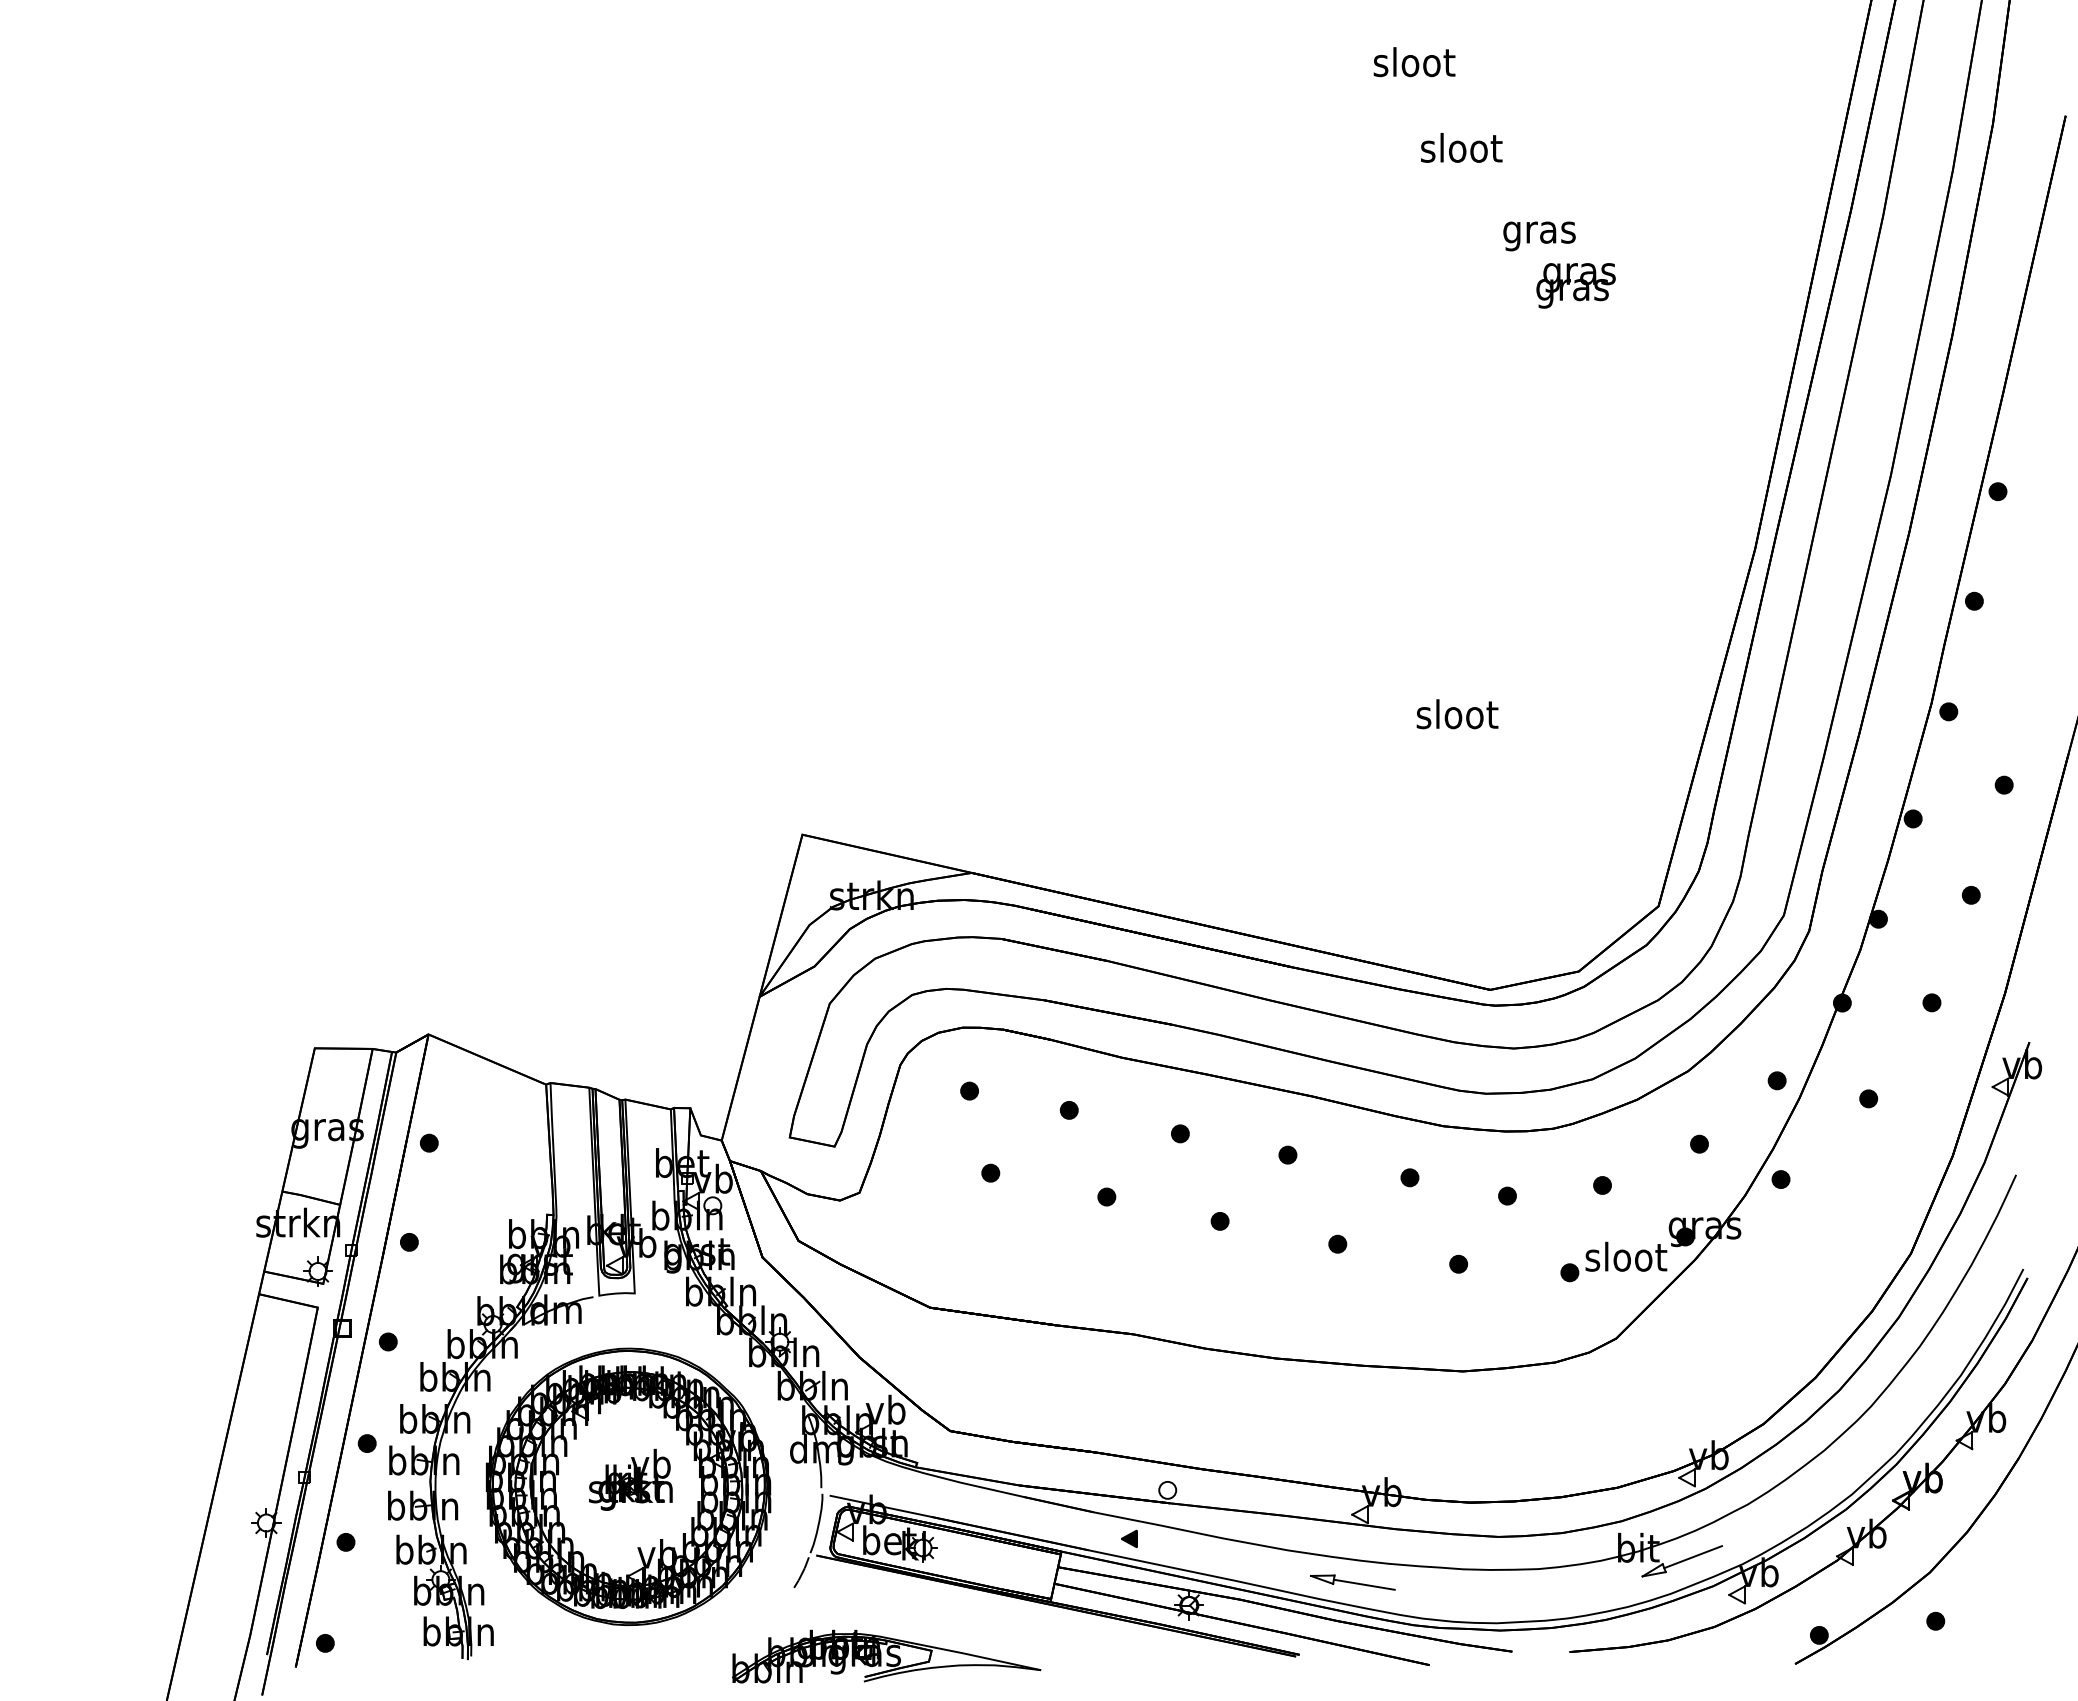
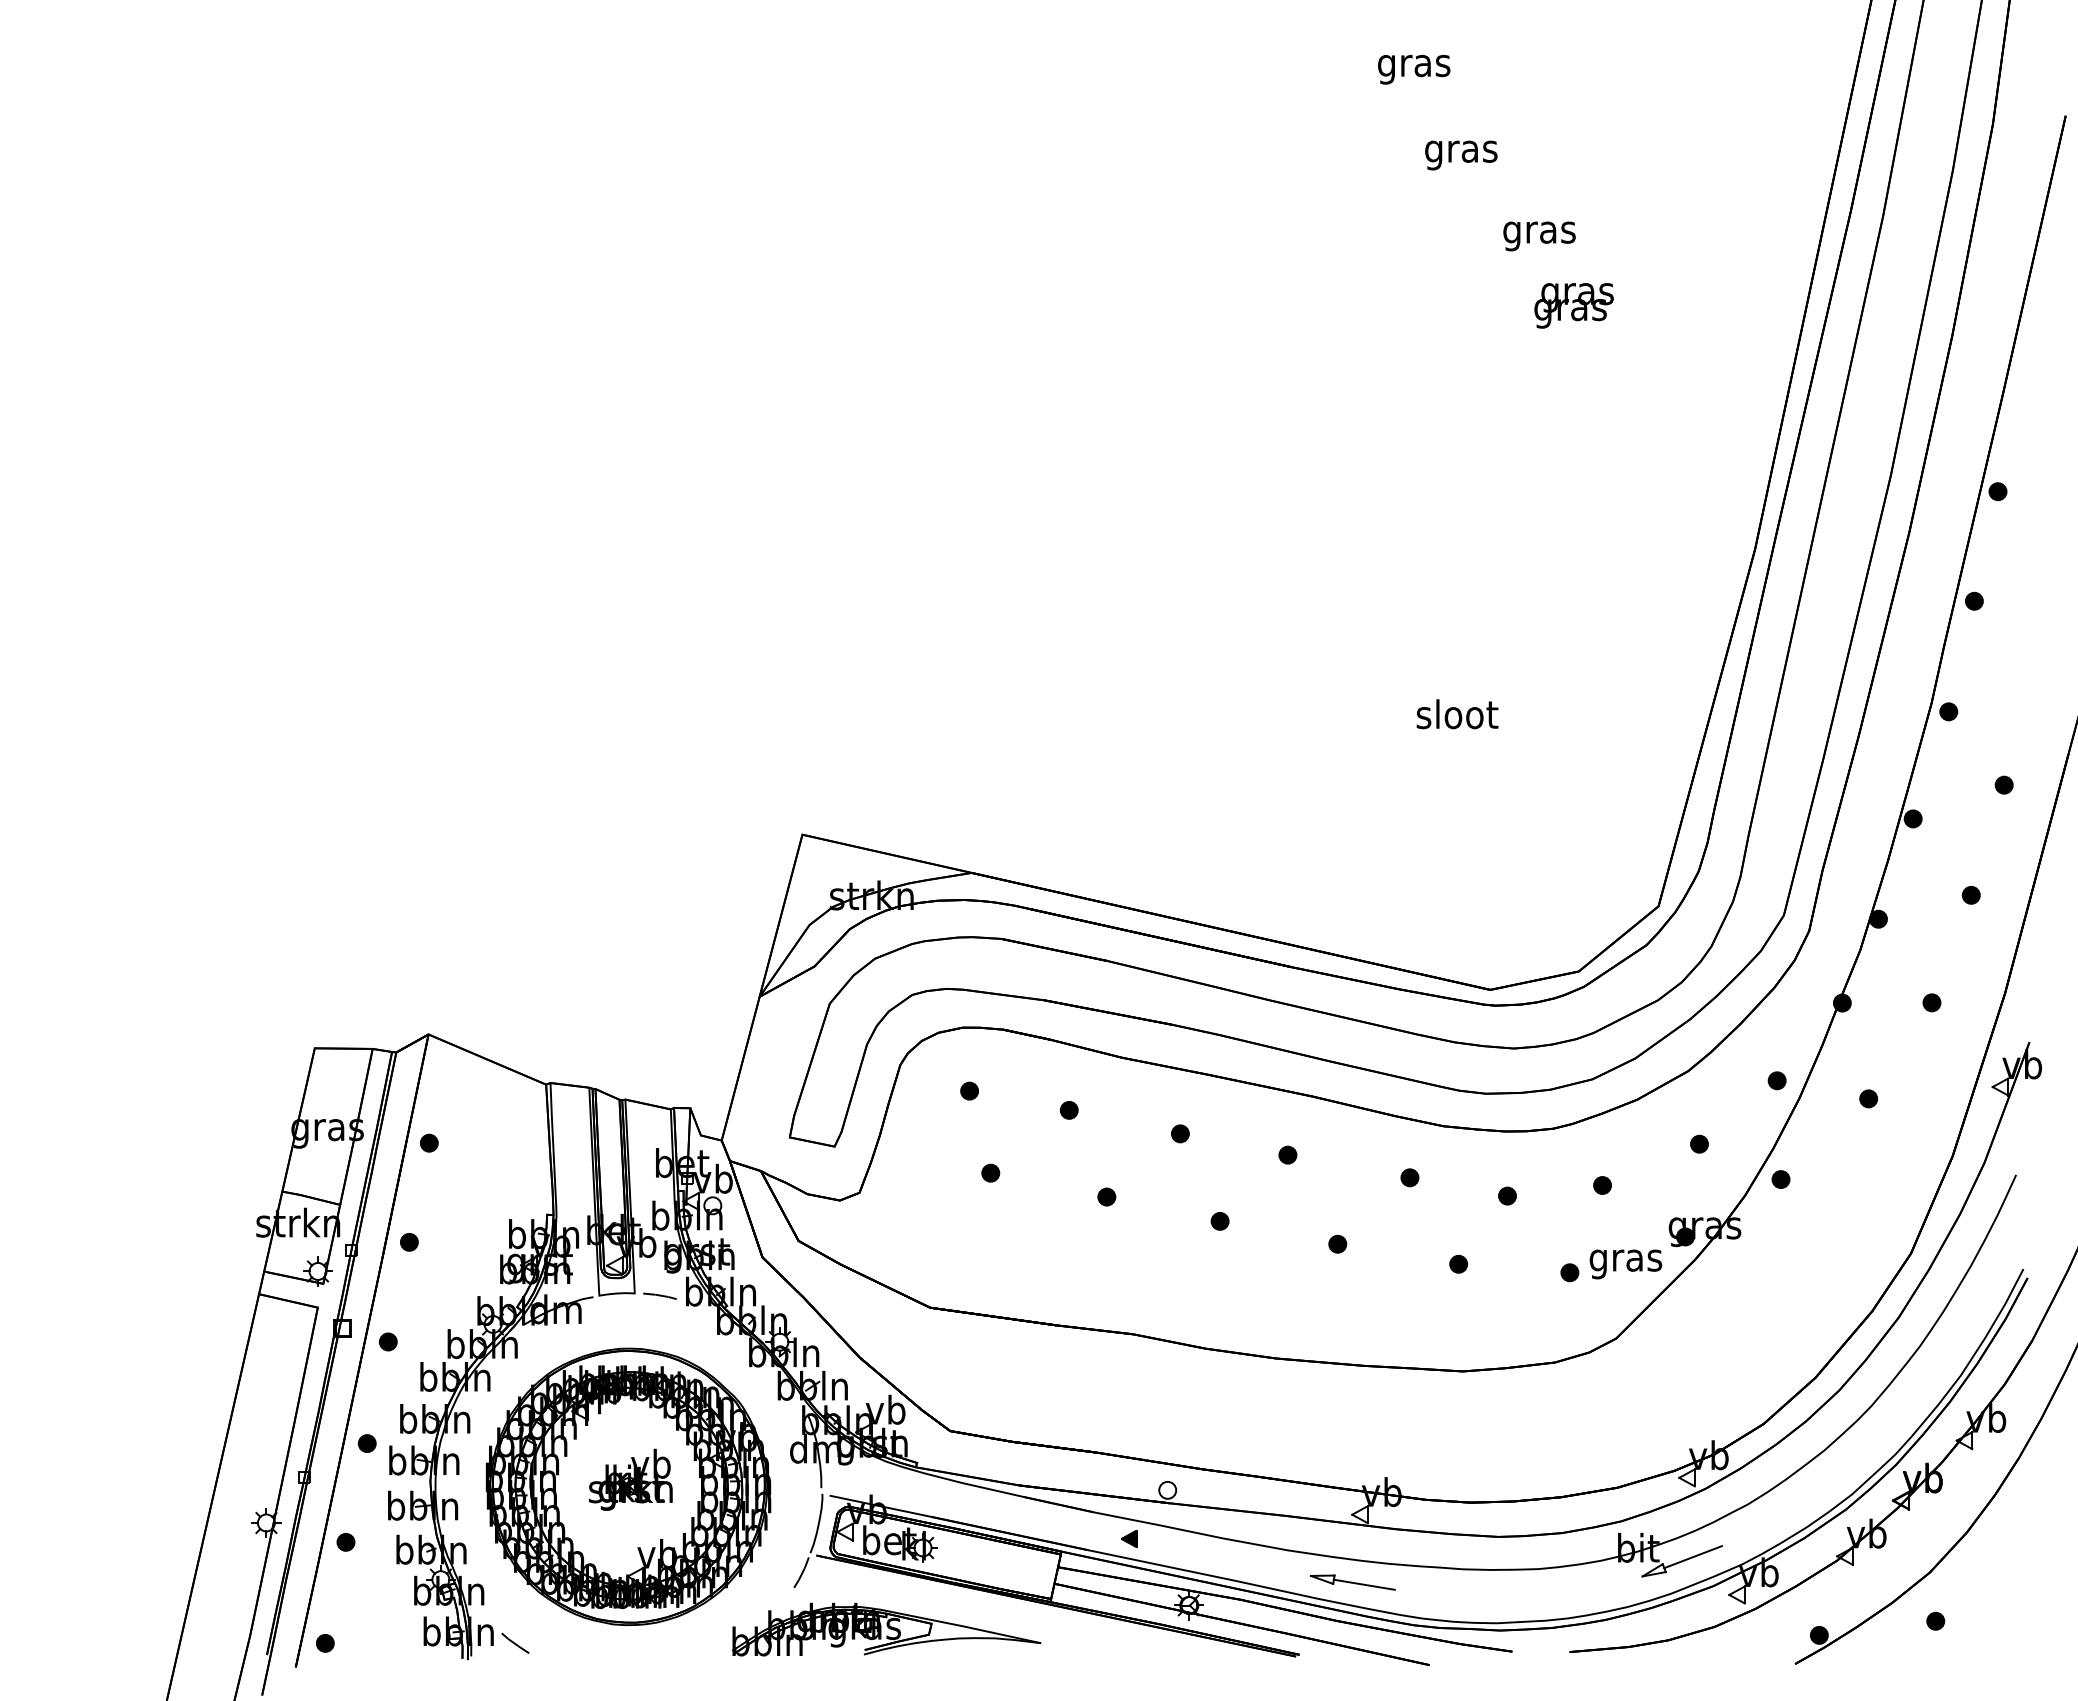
text at (1414, 65): sloot -> gras
text at (1461, 151): sloot -> gras
text at (1575, 285) position: (1575, 285) -> (1573, 305)
text at (1626, 1260): sloot -> gras
line at (659, 1295): none -> present
line at (514, 1642): none -> present
part at (886, 1656) position: (886, 1656) -> (886, 1629)
